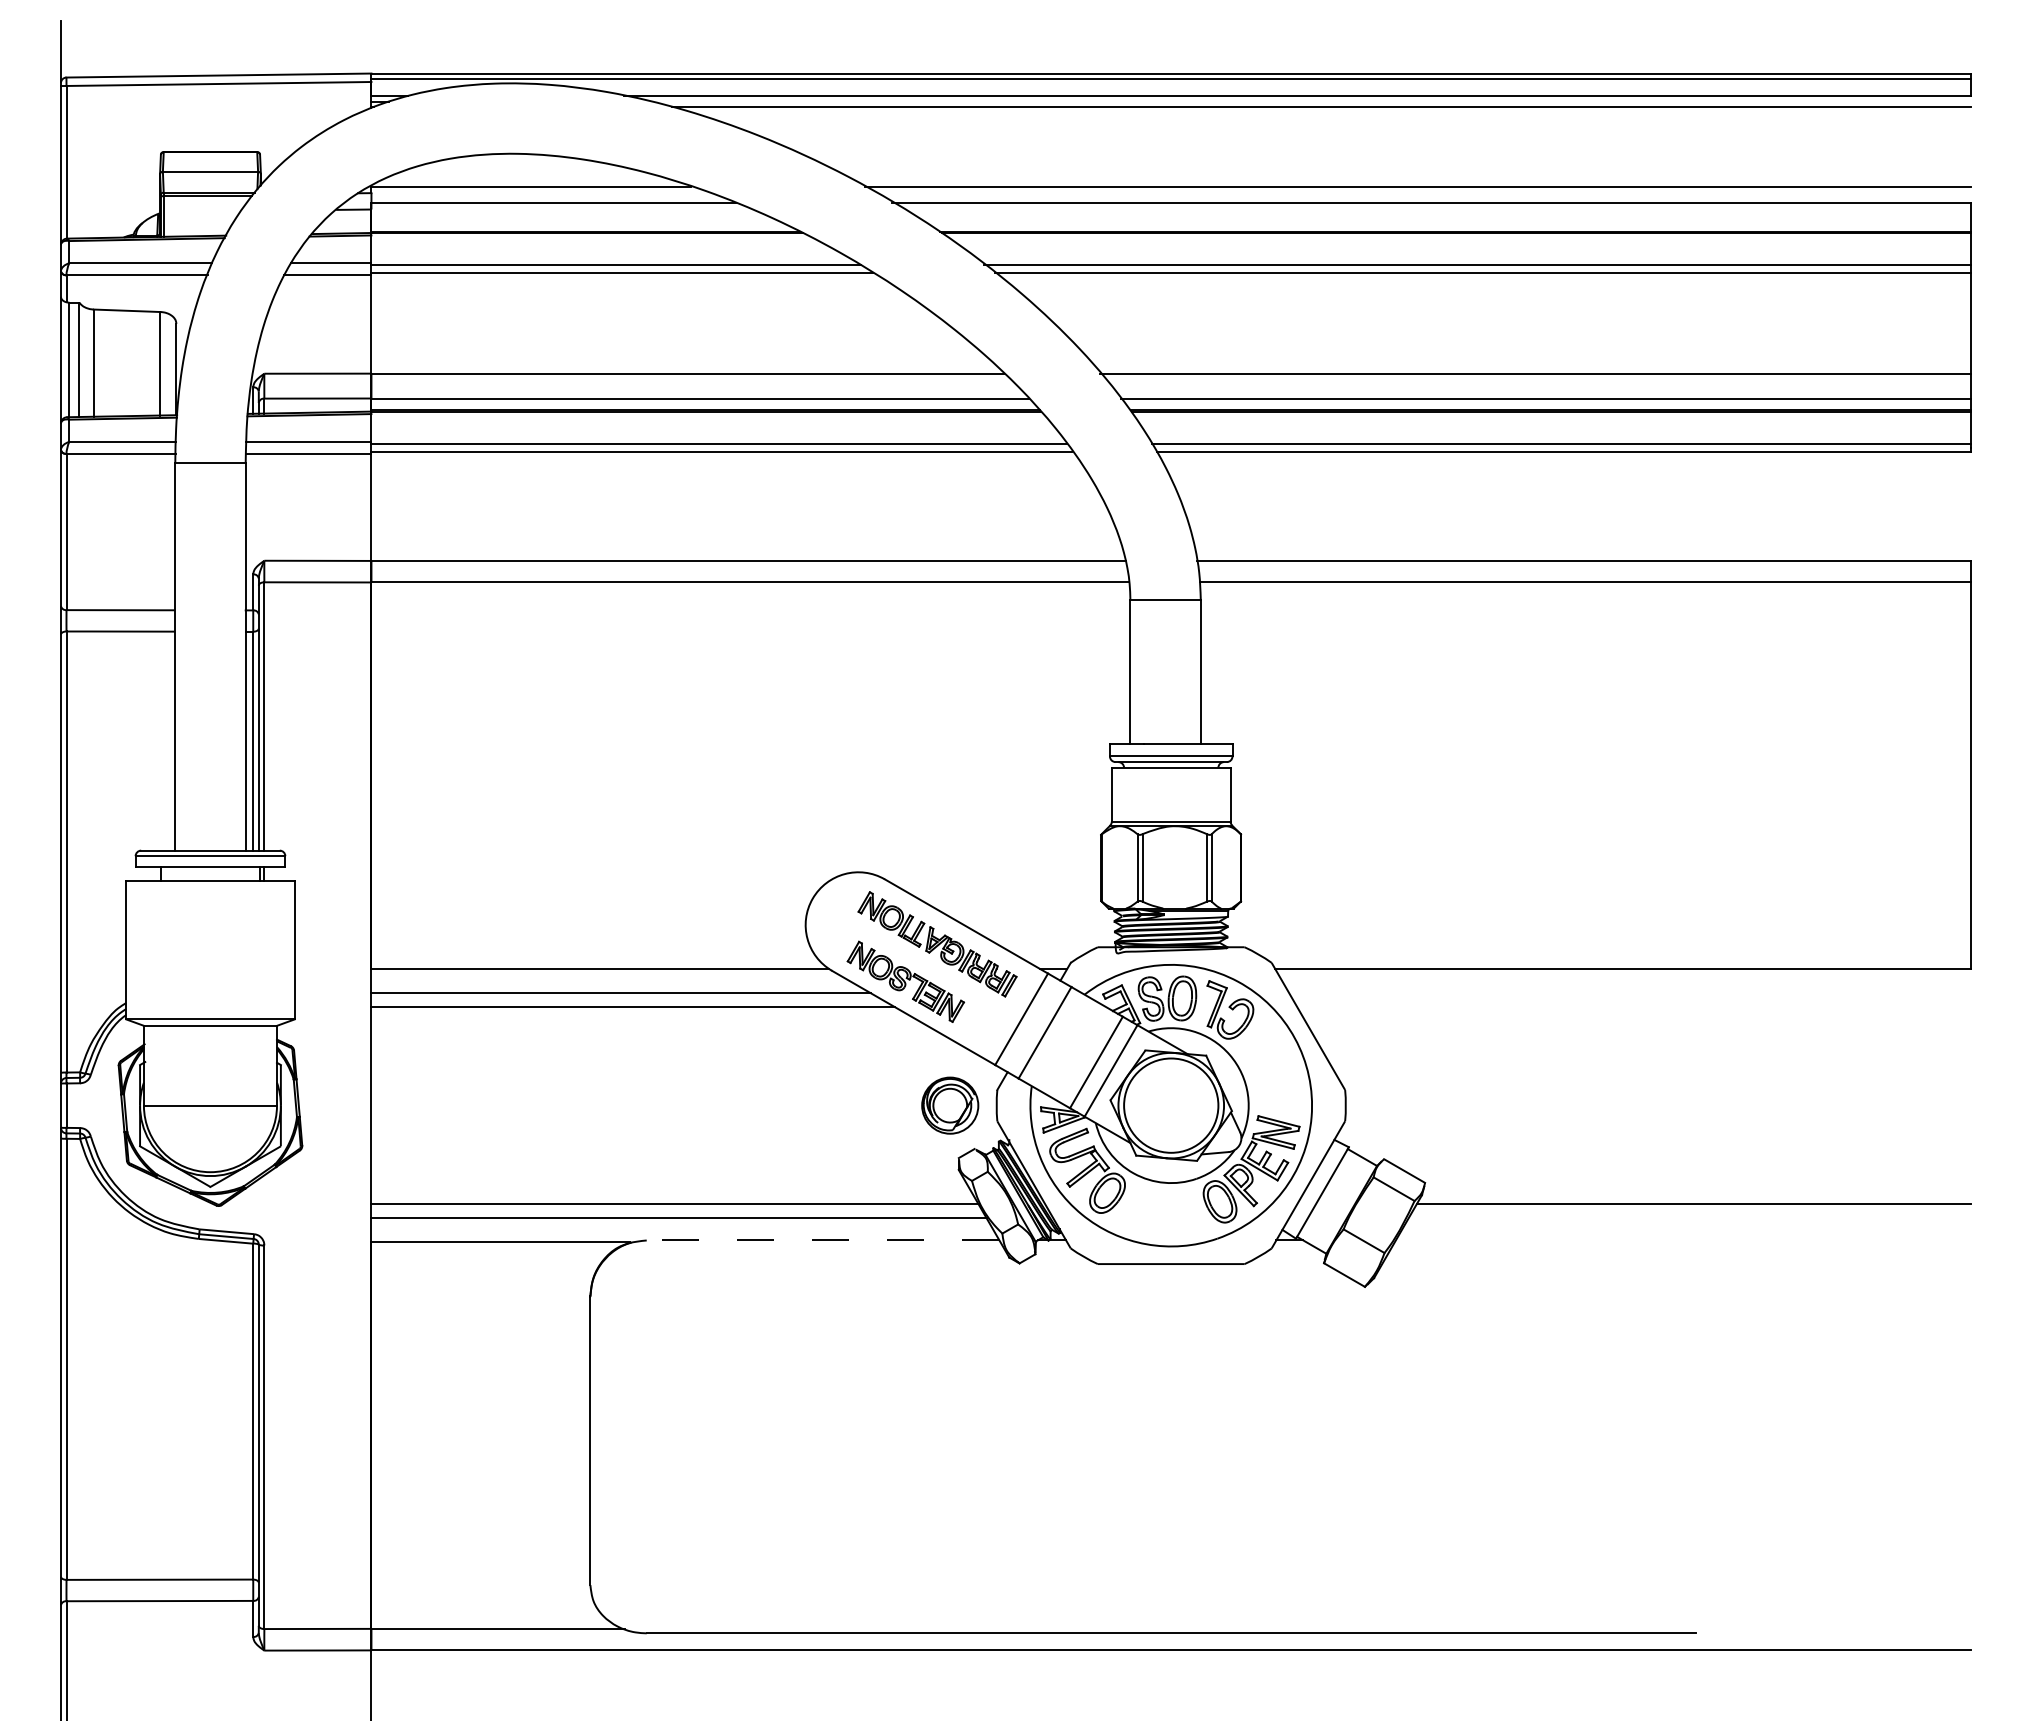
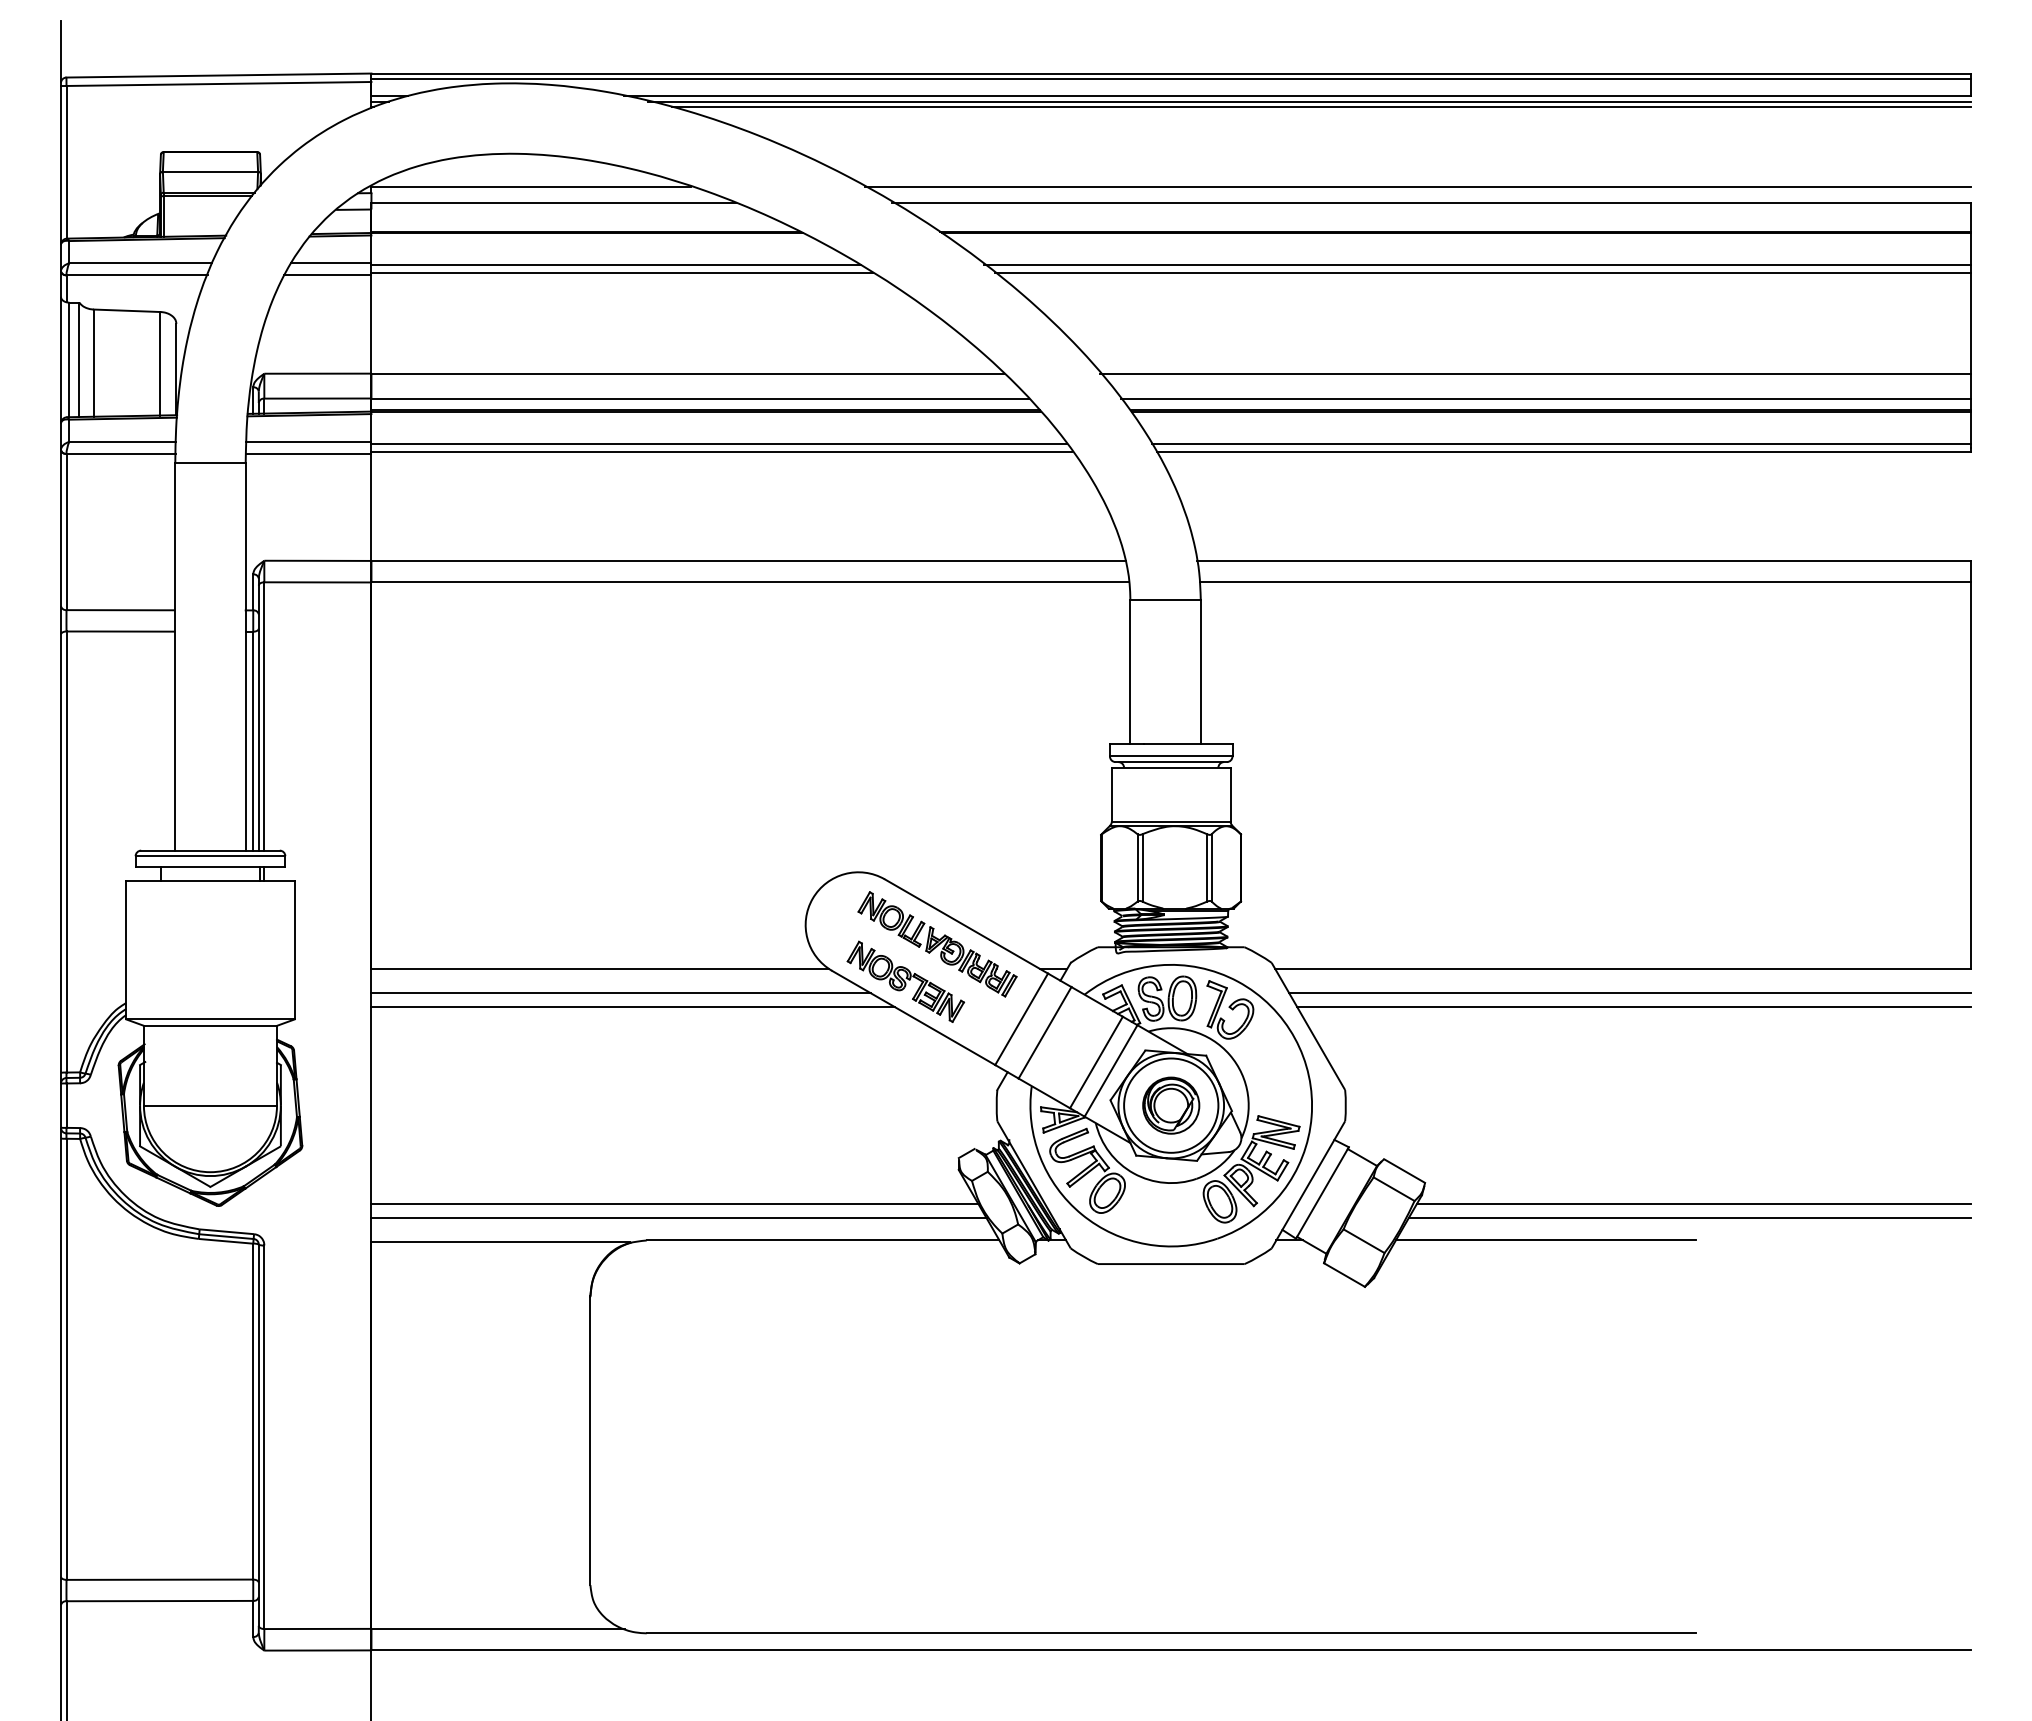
line at (1309, 101): none -> present
line at (1630, 993): none -> present
line at (1634, 1007): none -> present
part at (950, 1105) position: (950, 1105) -> (1171, 1105)
line at (1689, 1218): none -> present
line at (822, 1240): dashed -> solid
line at (1545, 1240): none -> present
